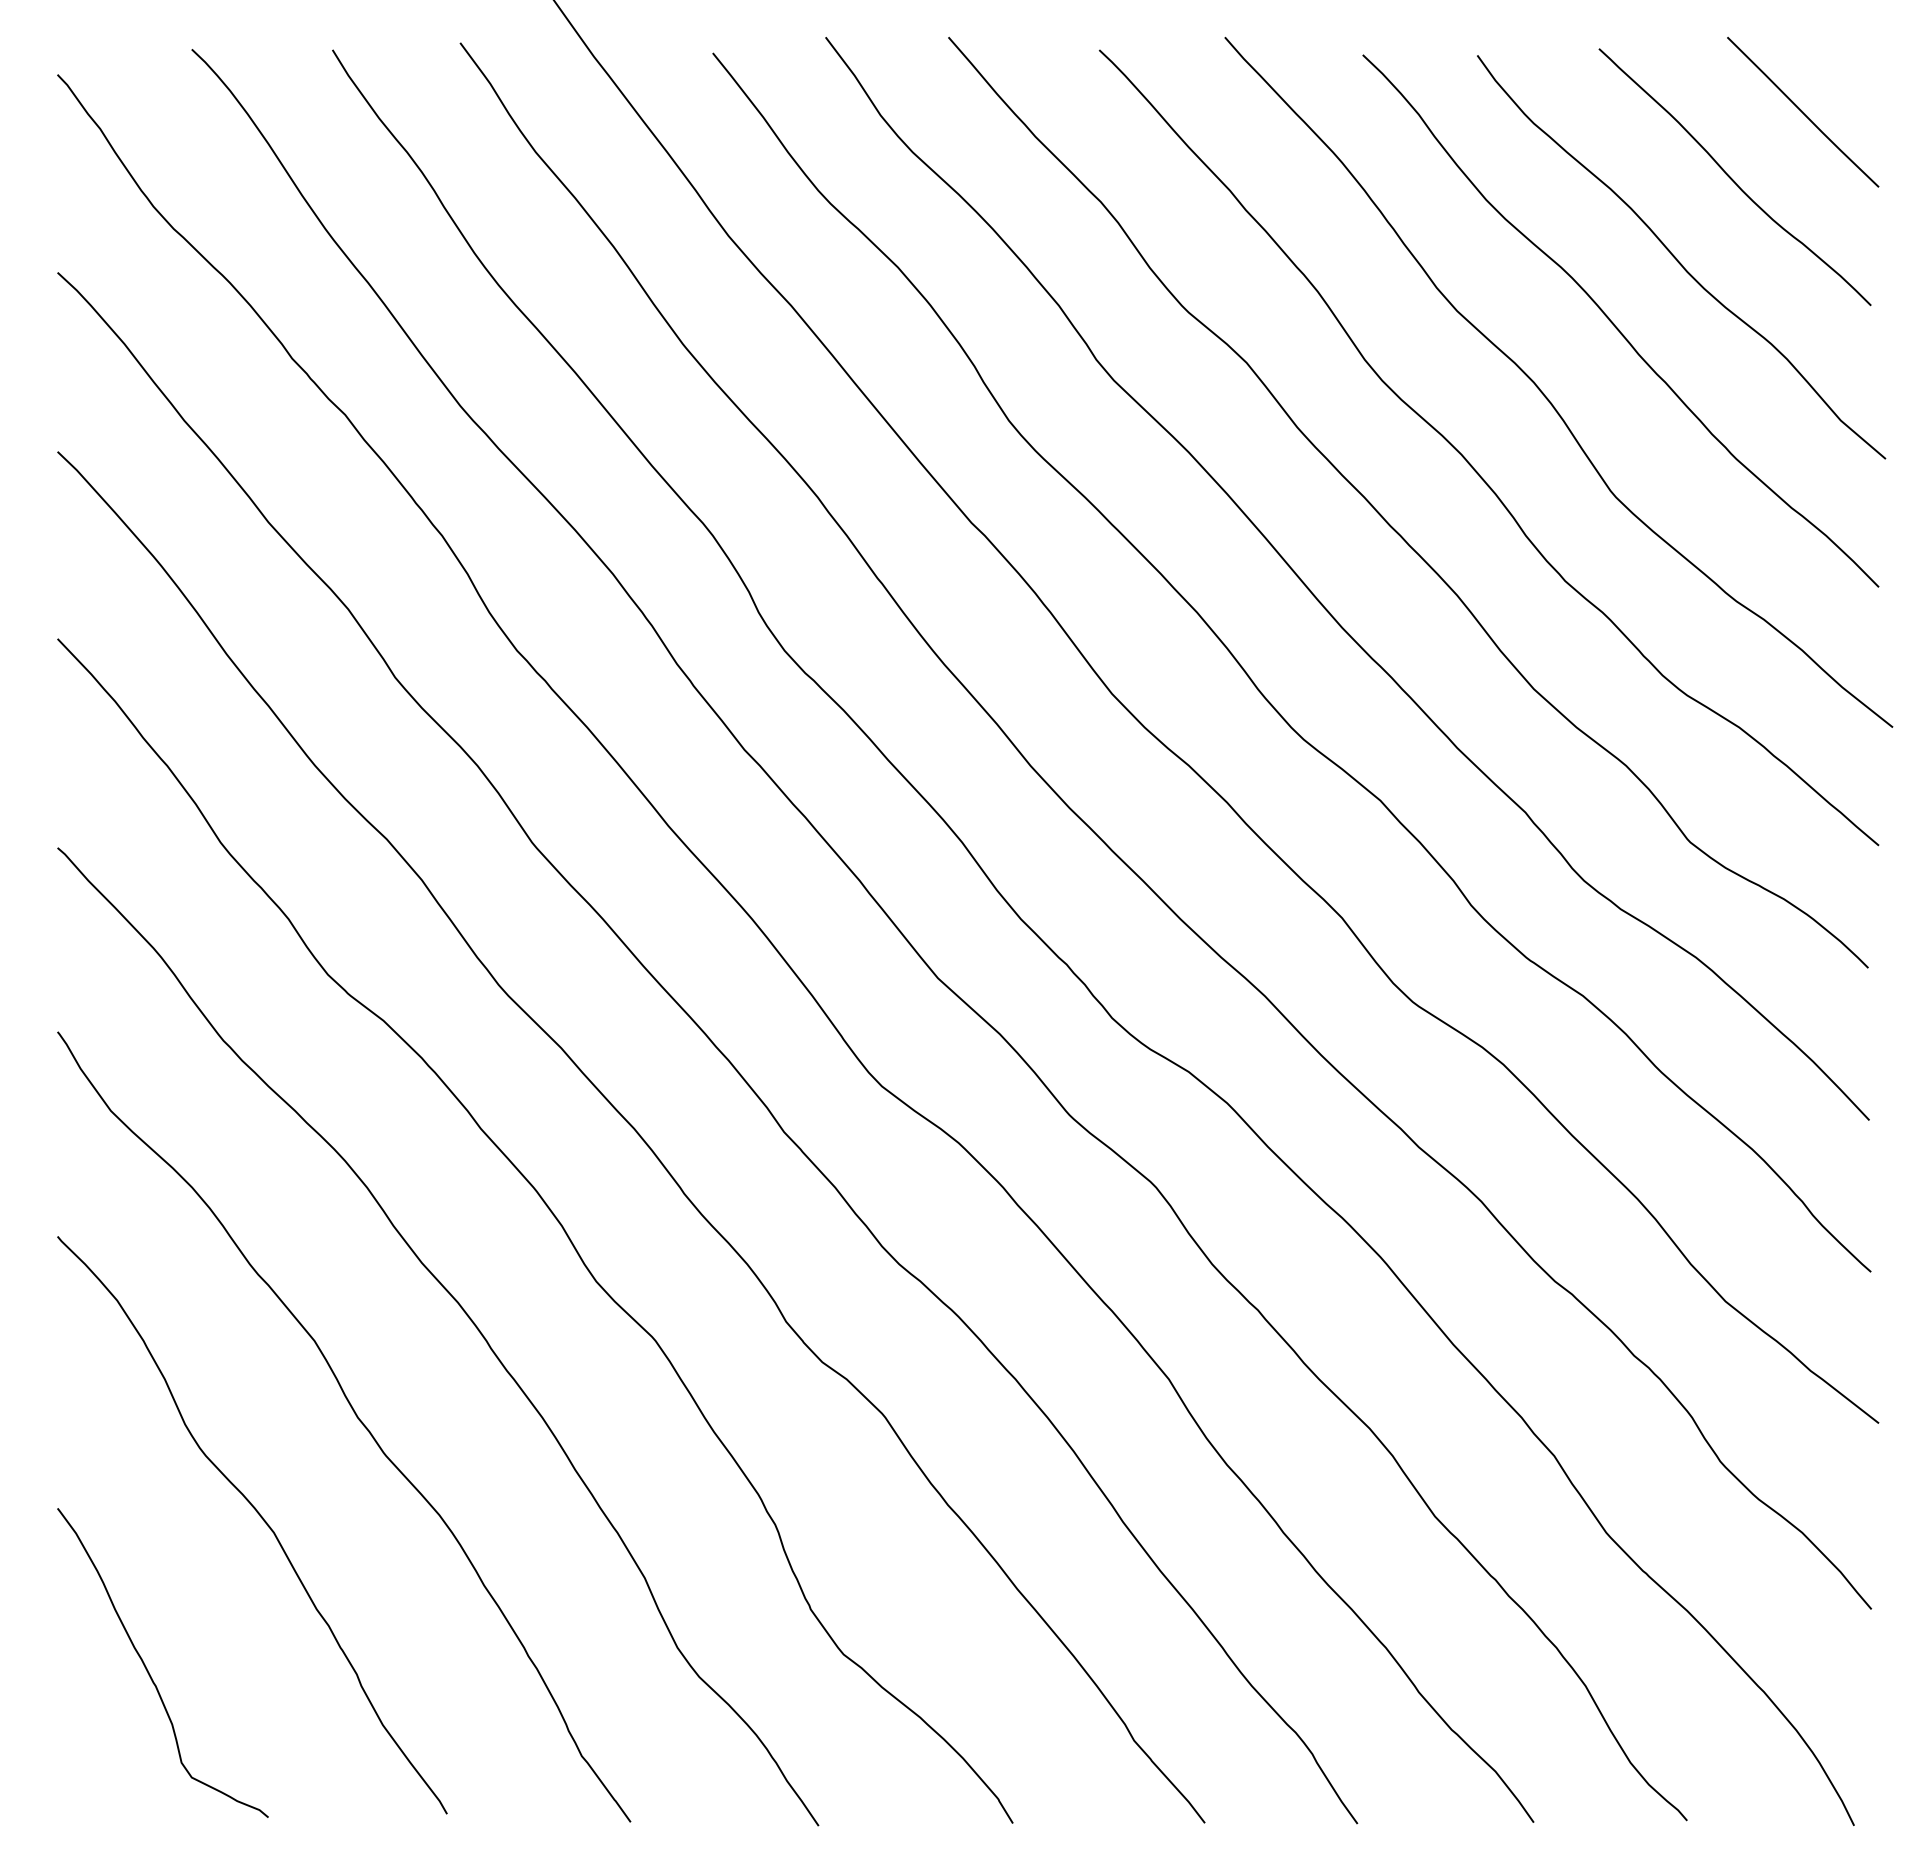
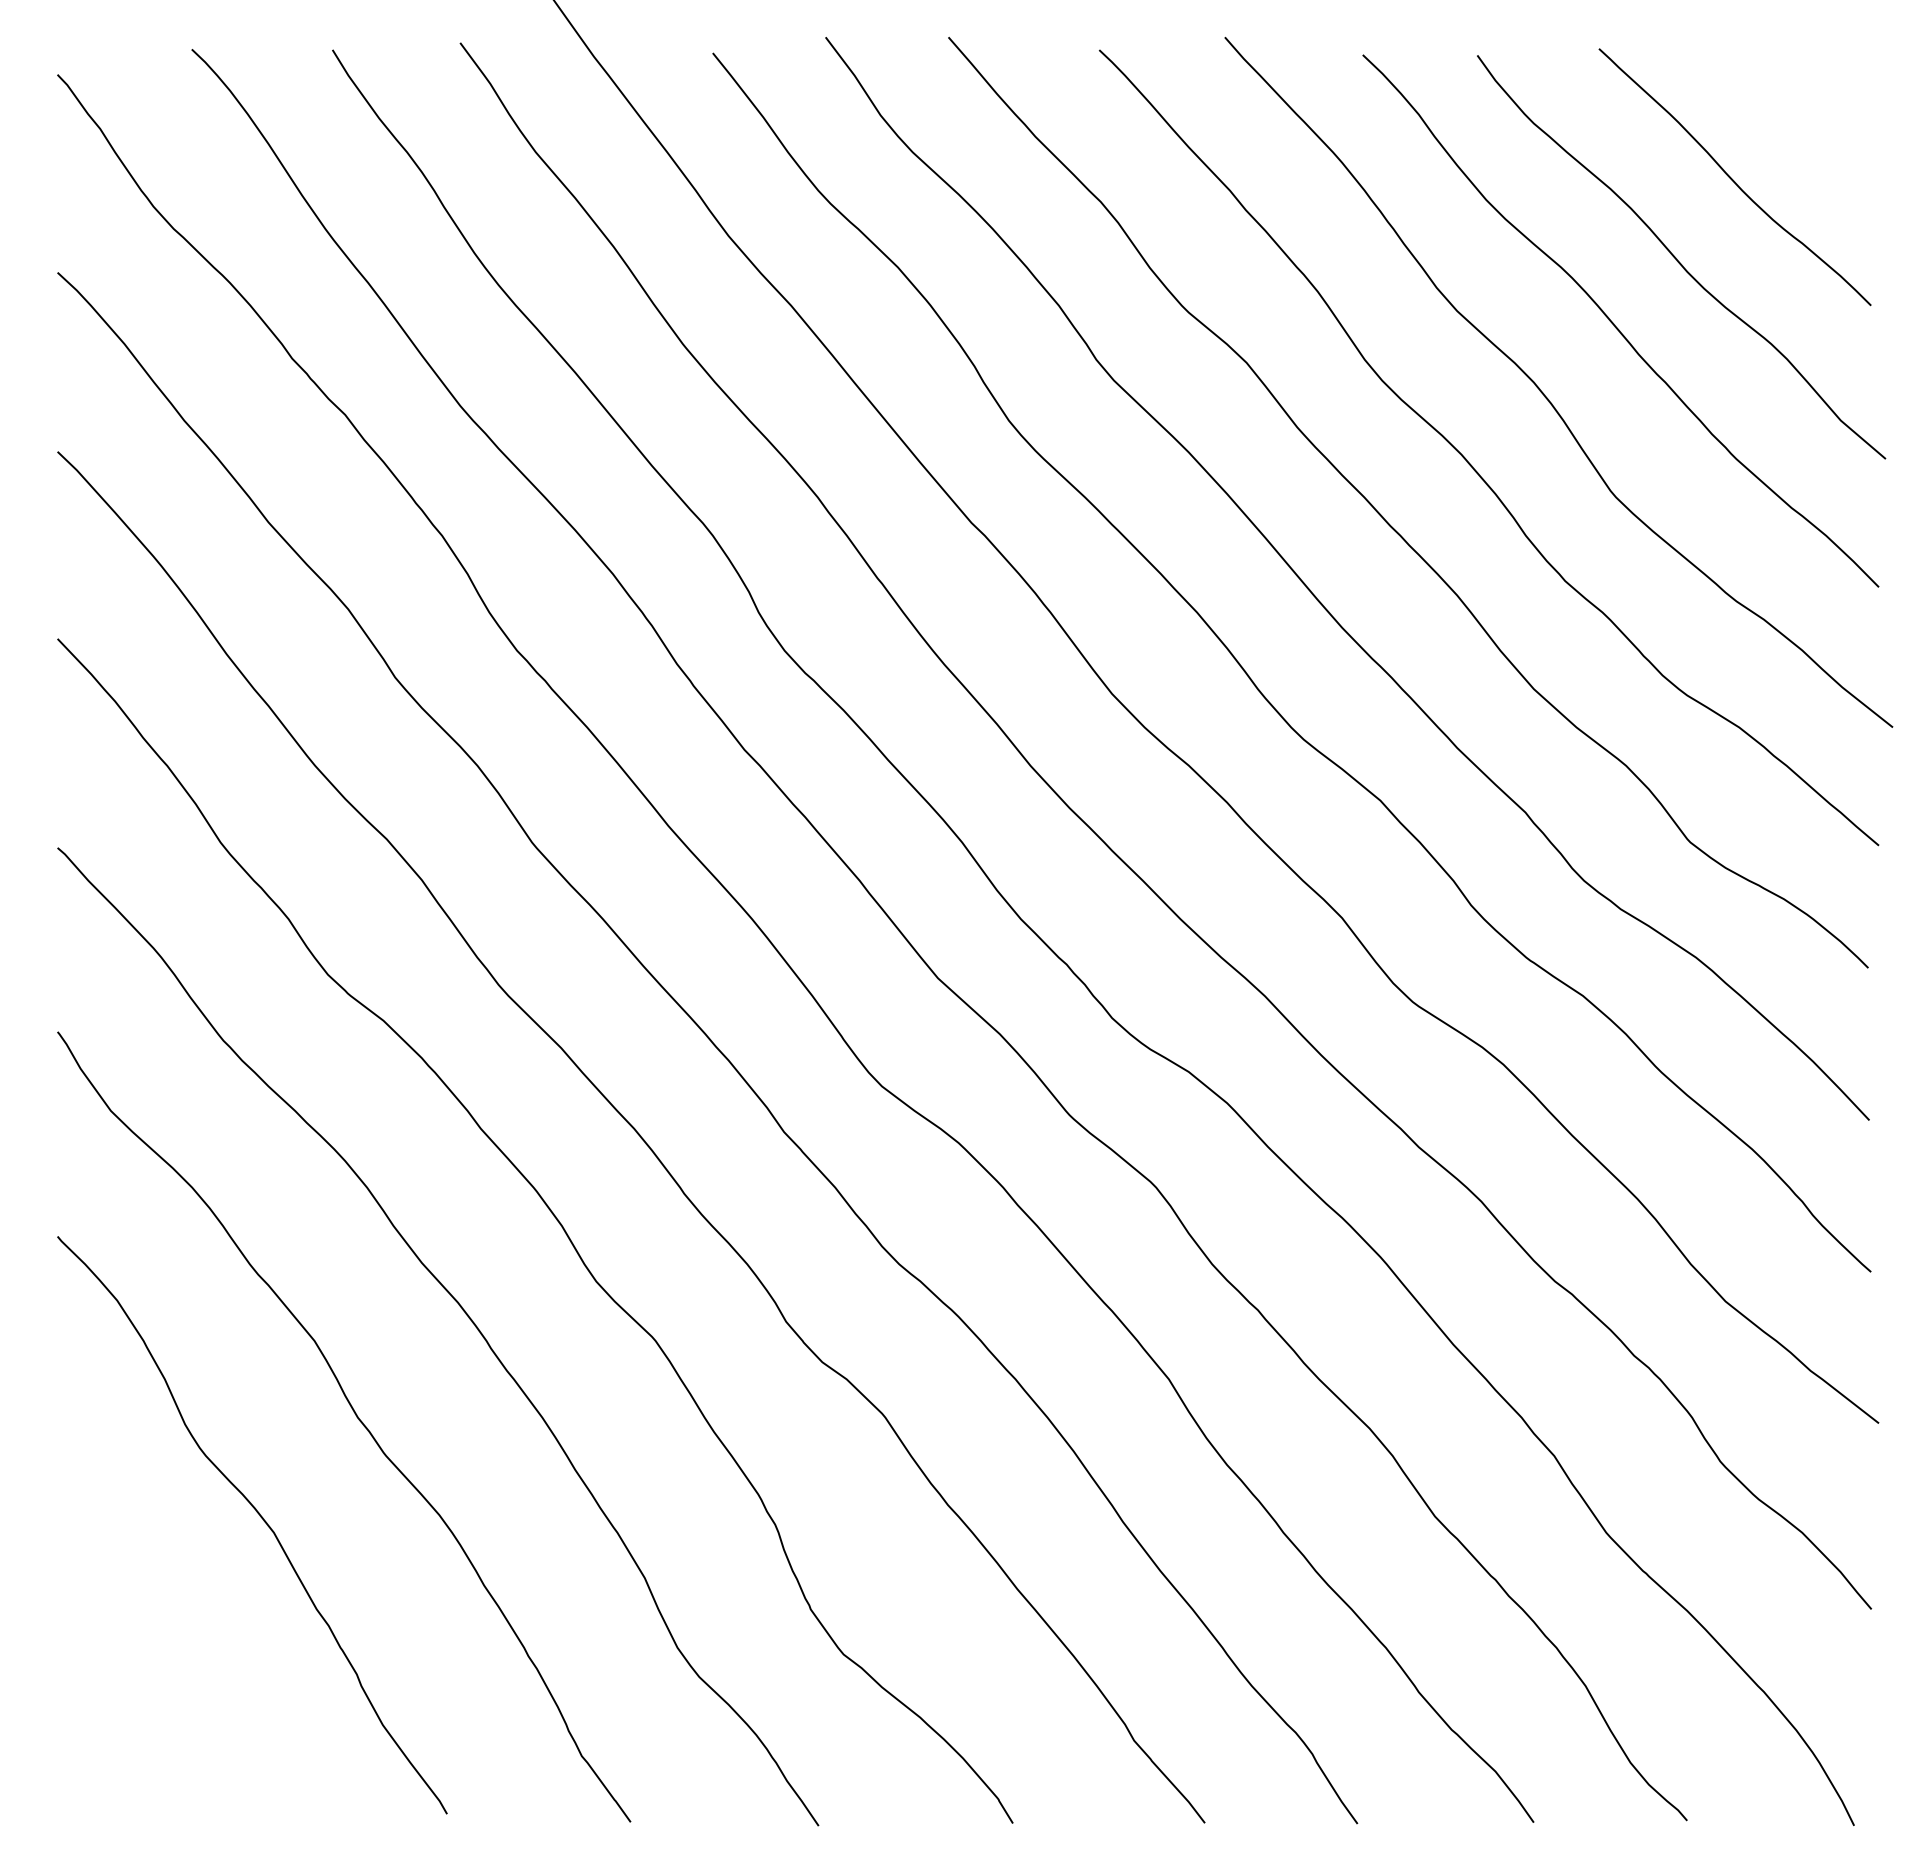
line at (1803, 112): present -> none
curve at (148, 1670): present -> none
